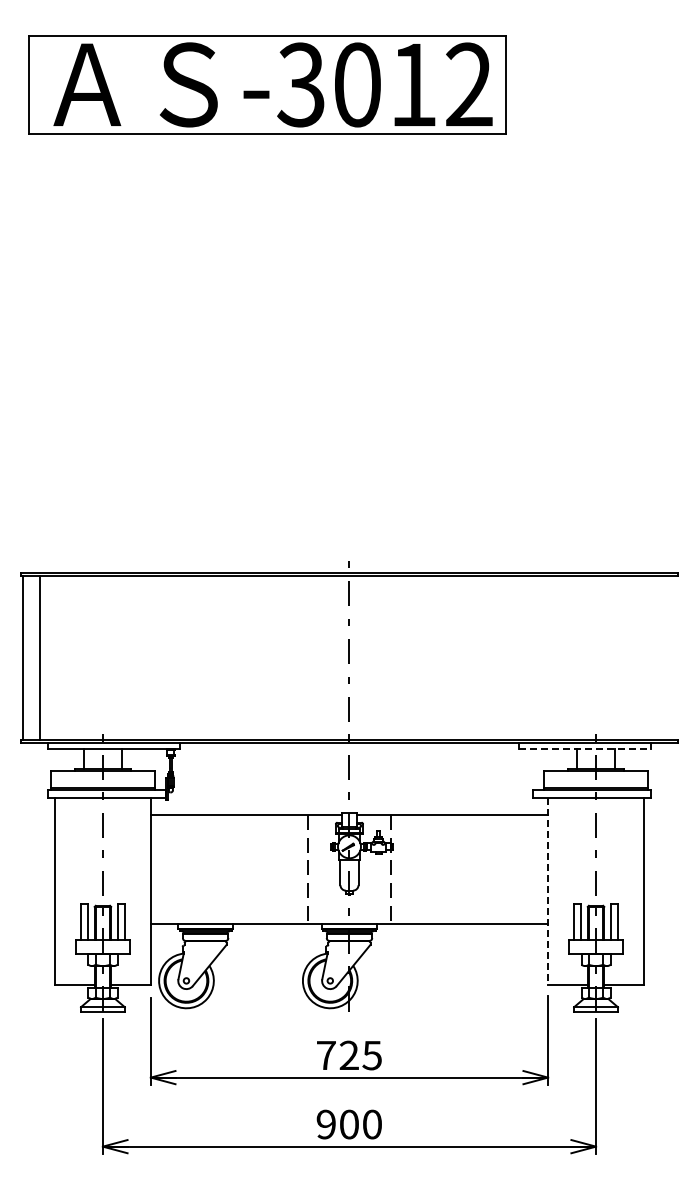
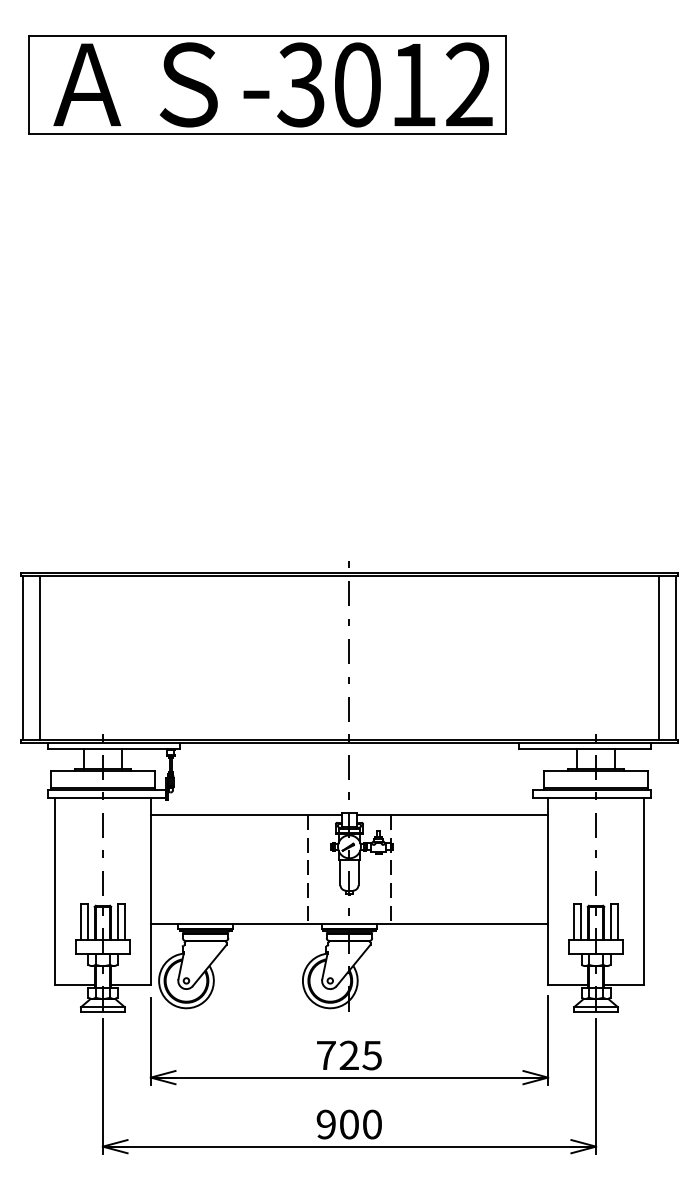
line at (659, 658): none -> present
line at (675, 658): none -> present
line at (585, 749): dashed -> solid
line at (548, 892): dashed -> solid
